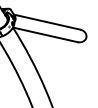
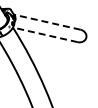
line at (46, 22): solid -> dashed
line at (44, 34): solid -> dashed
